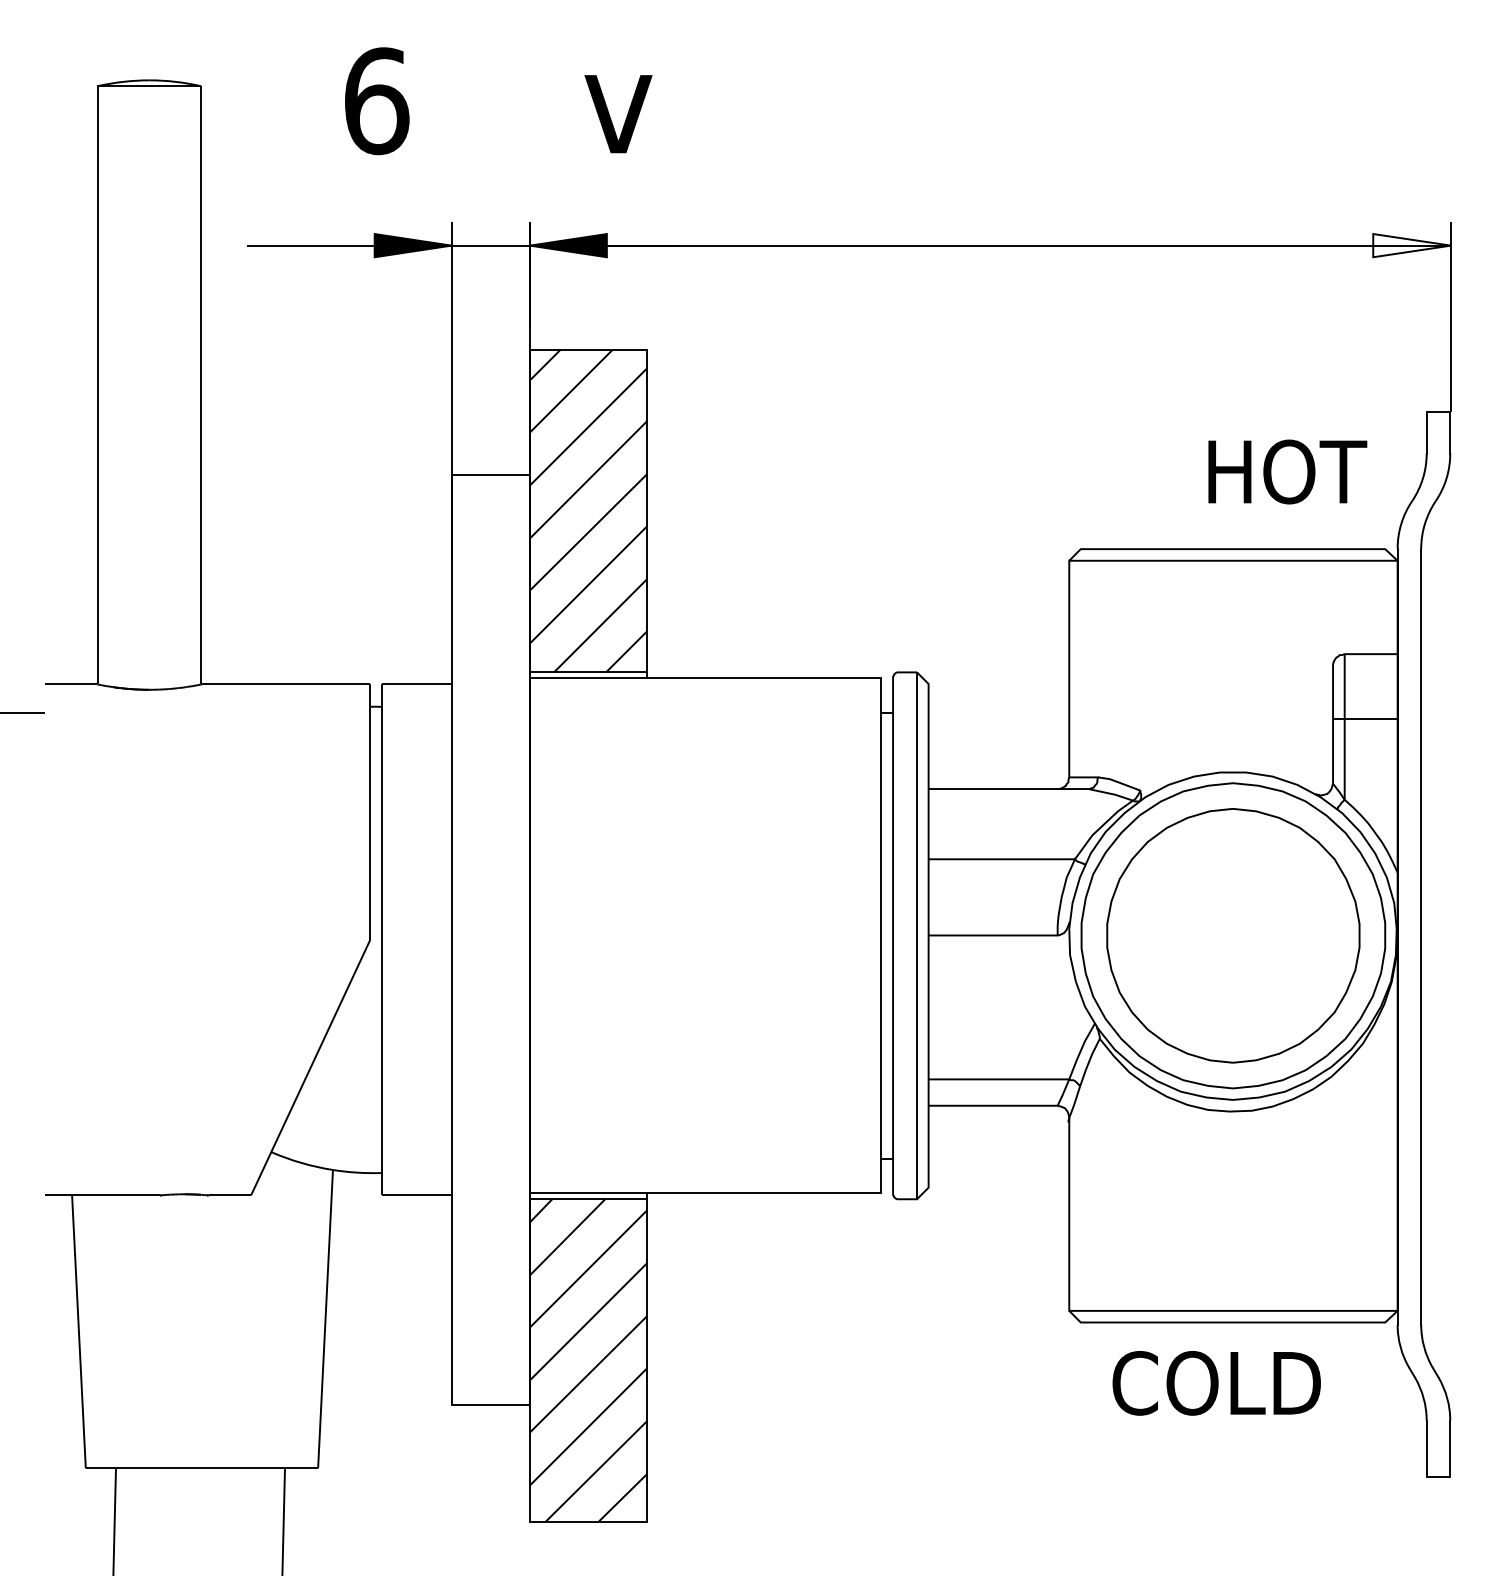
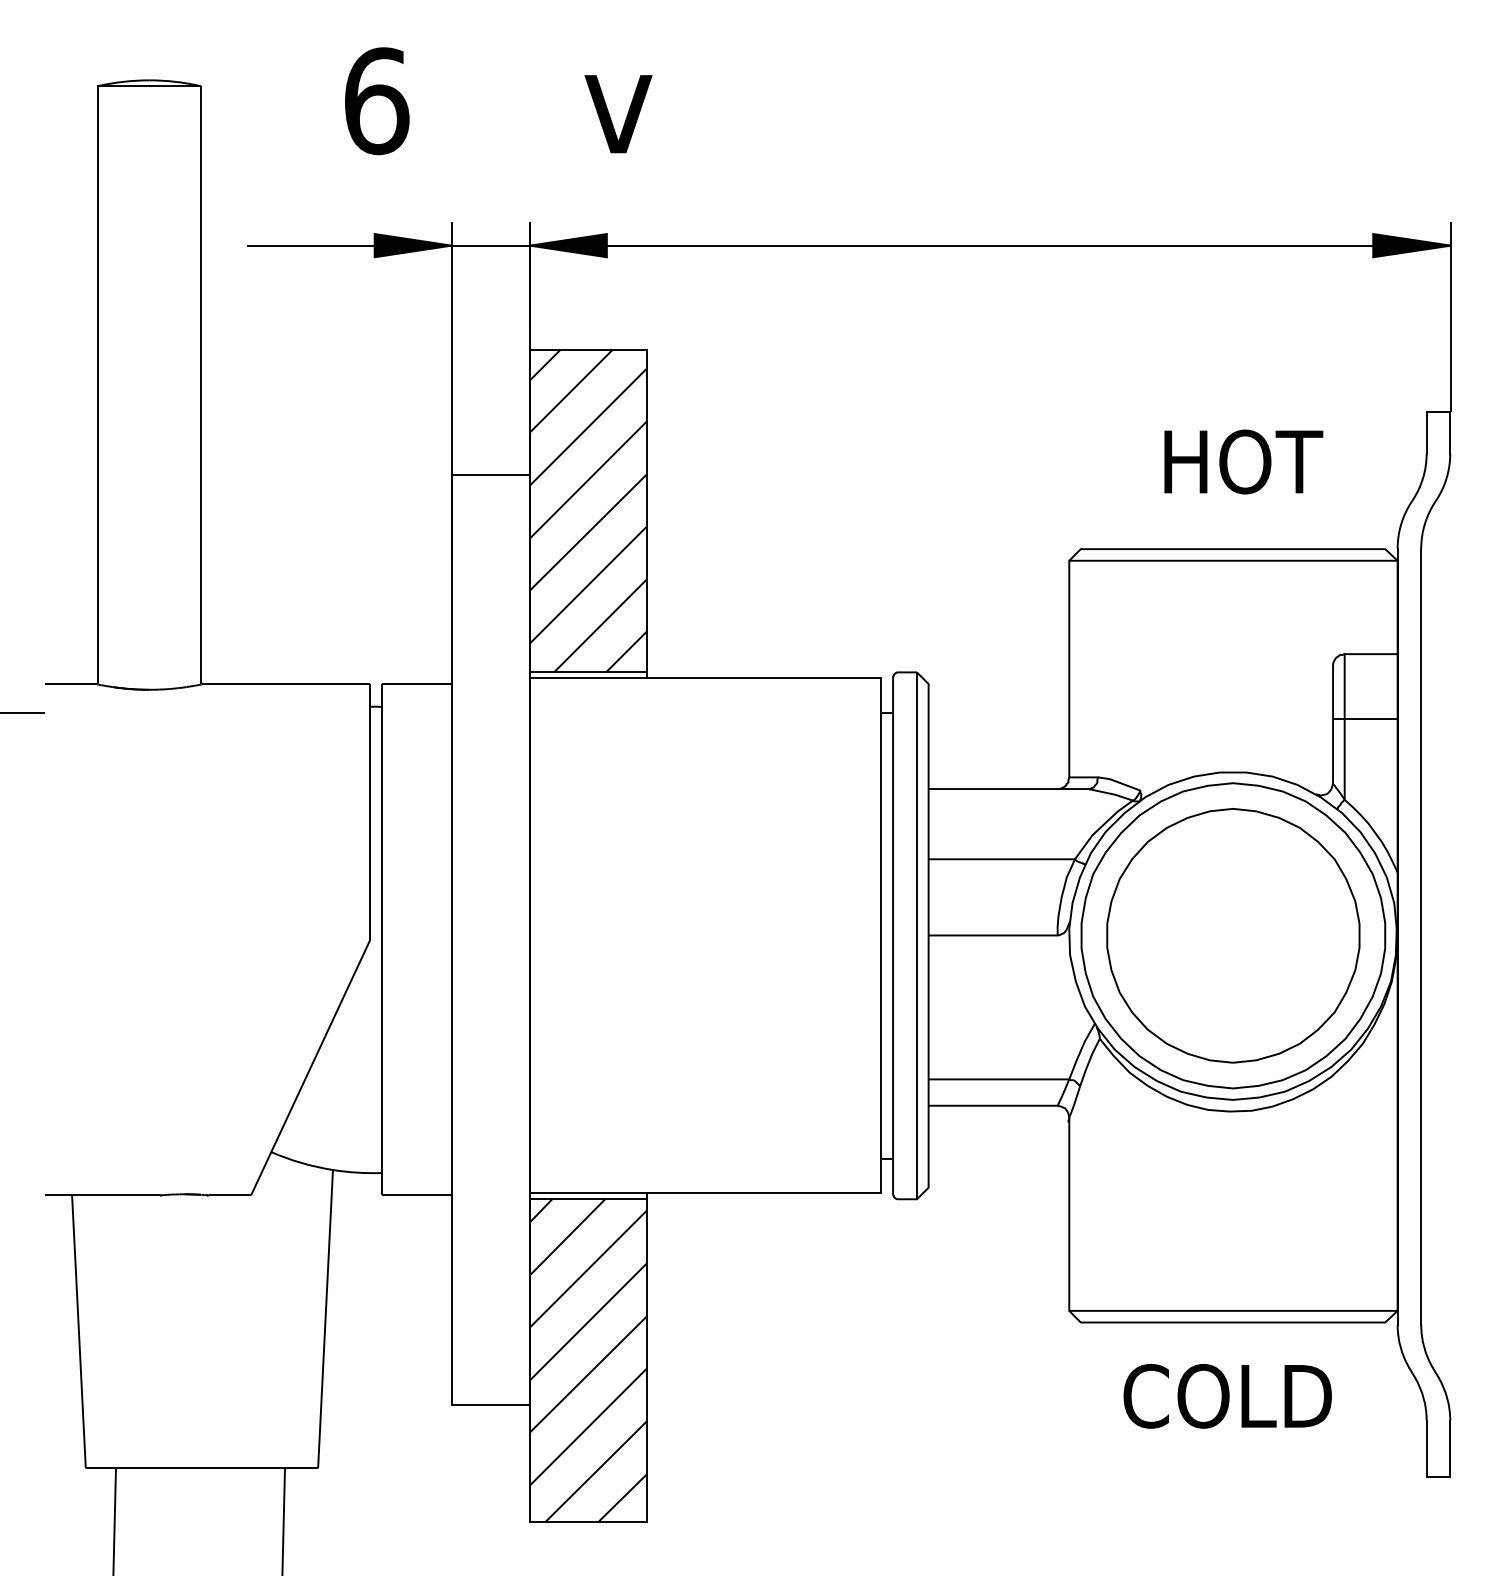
fill at (1411, 245): none -> present
text at (1287, 471) position: (1287, 471) -> (1243, 461)
text at (1216, 1383) position: (1216, 1383) -> (1227, 1396)
